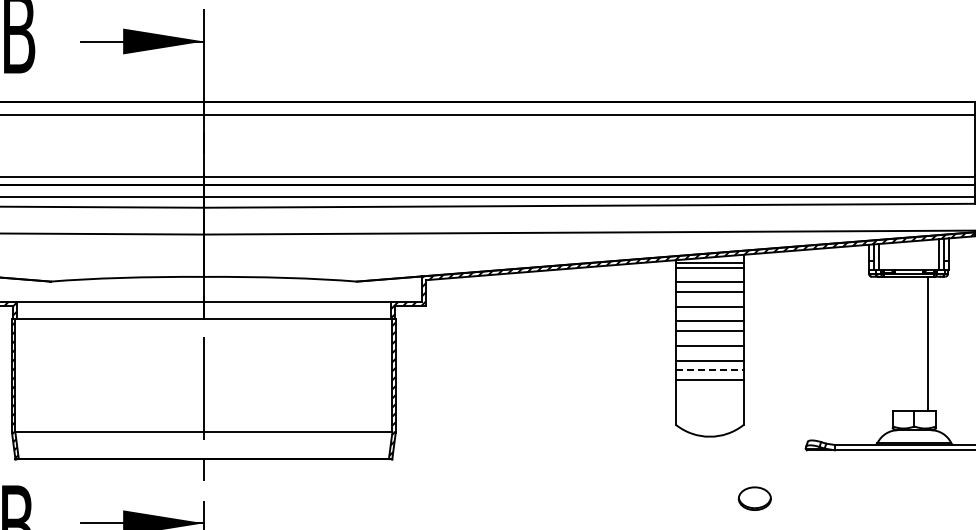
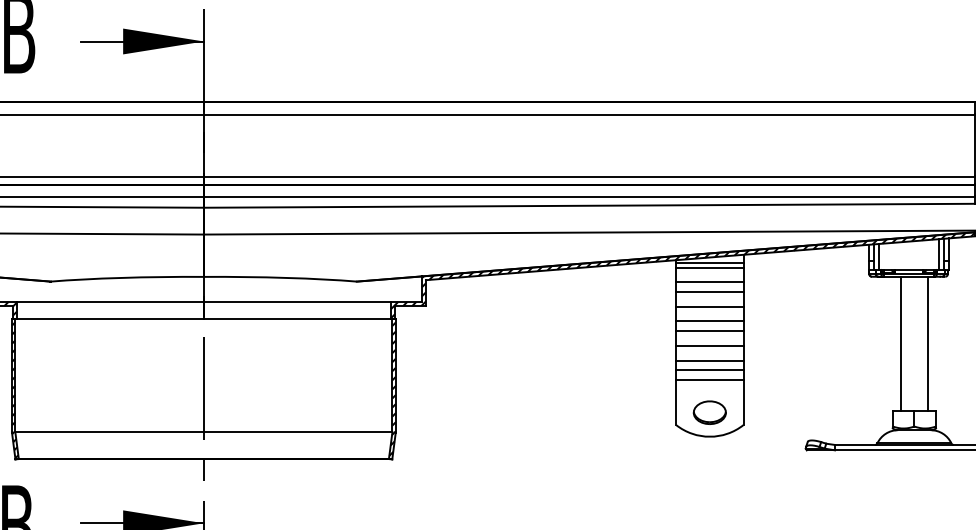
line at (900, 343): none -> present
line at (709, 369): dashed -> solid
part at (754, 498) position: (754, 498) -> (709, 412)
